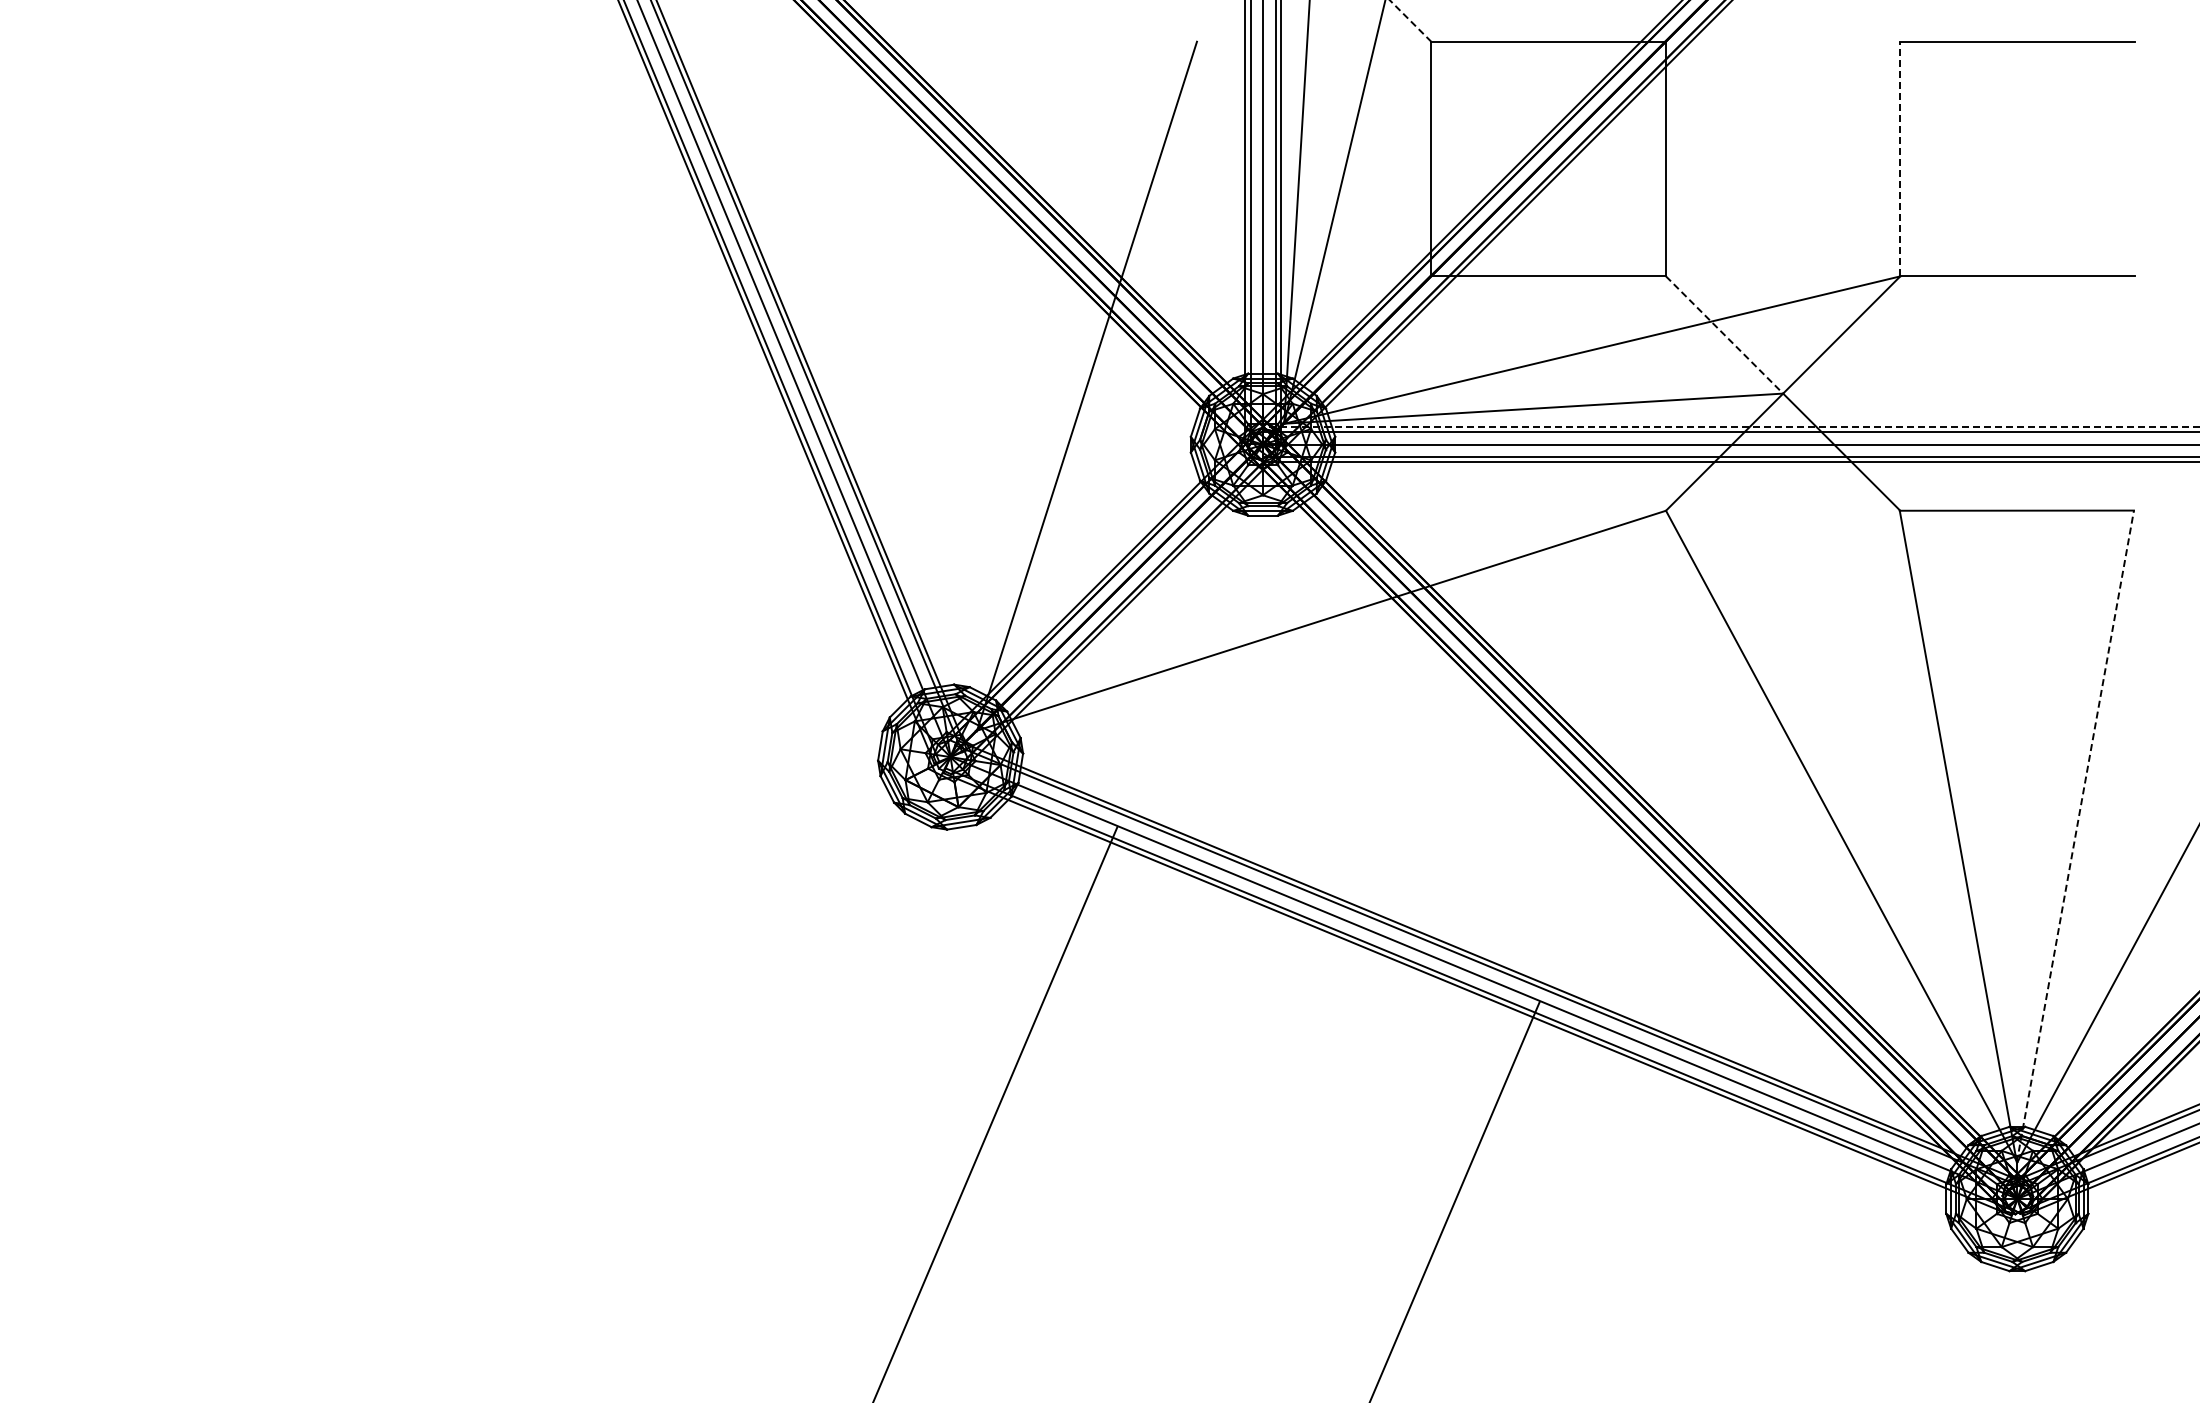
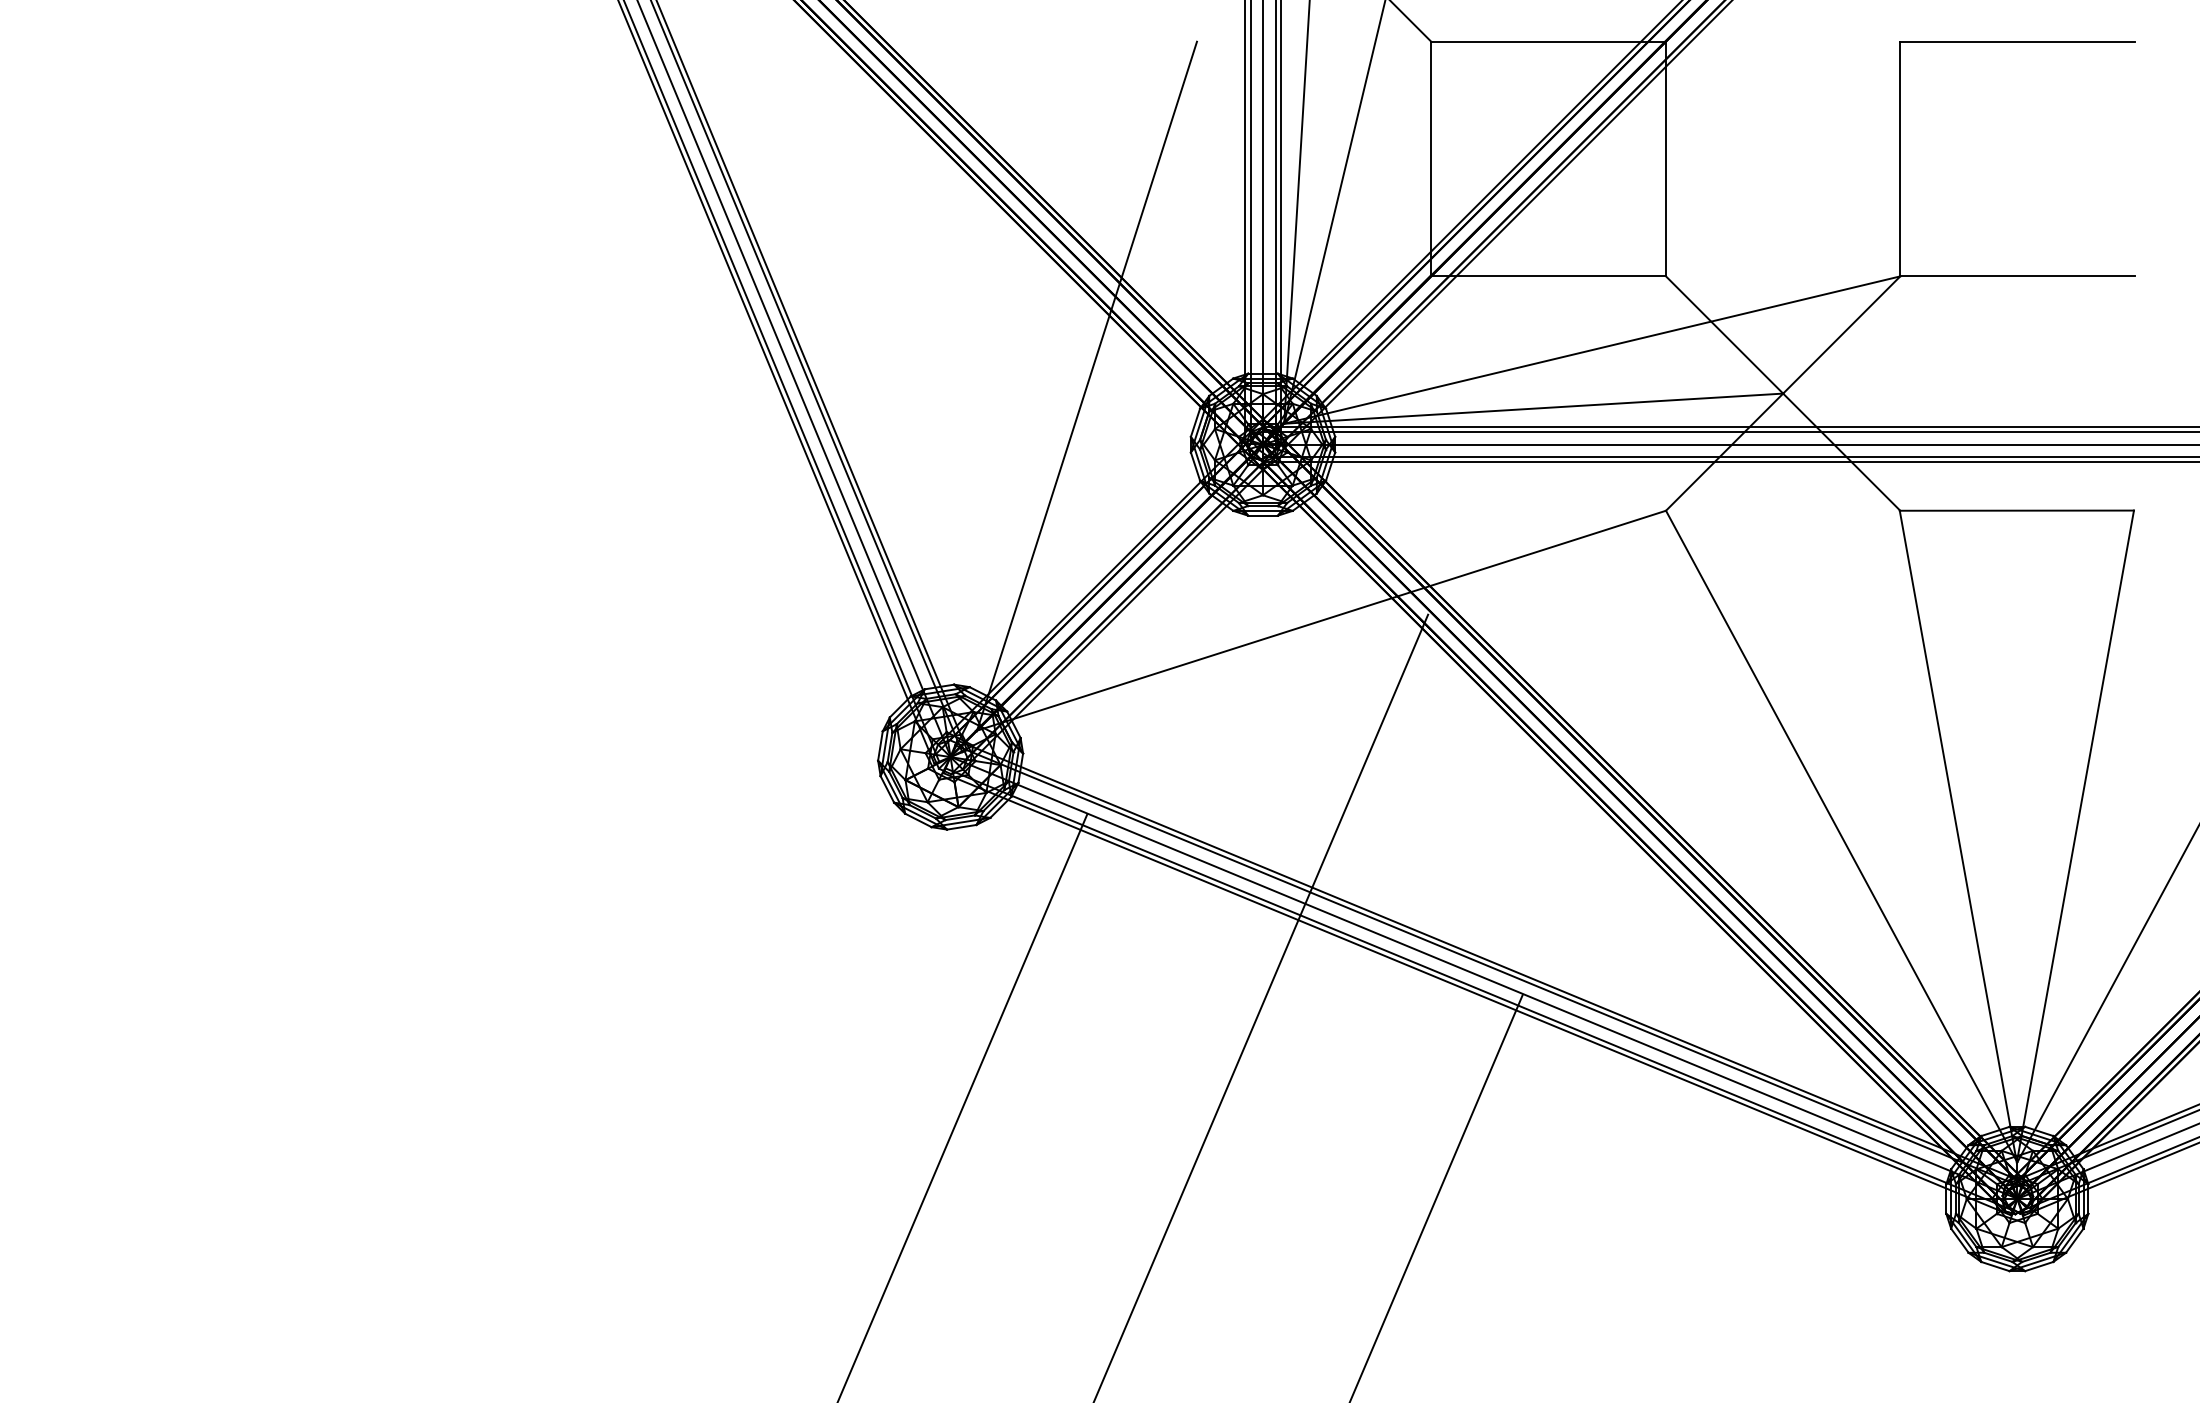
line at (1410, 20): dashed -> solid
line at (1900, 158): dashed -> solid
line at (1724, 335): dashed -> solid
line at (1730, 427): dashed -> solid
line at (2075, 836): dashed -> solid
line at (1261, 1006): none -> present
line at (995, 1113) position: (995, 1113) -> (962, 1106)
line at (1454, 1200) position: (1454, 1200) -> (1436, 1196)
